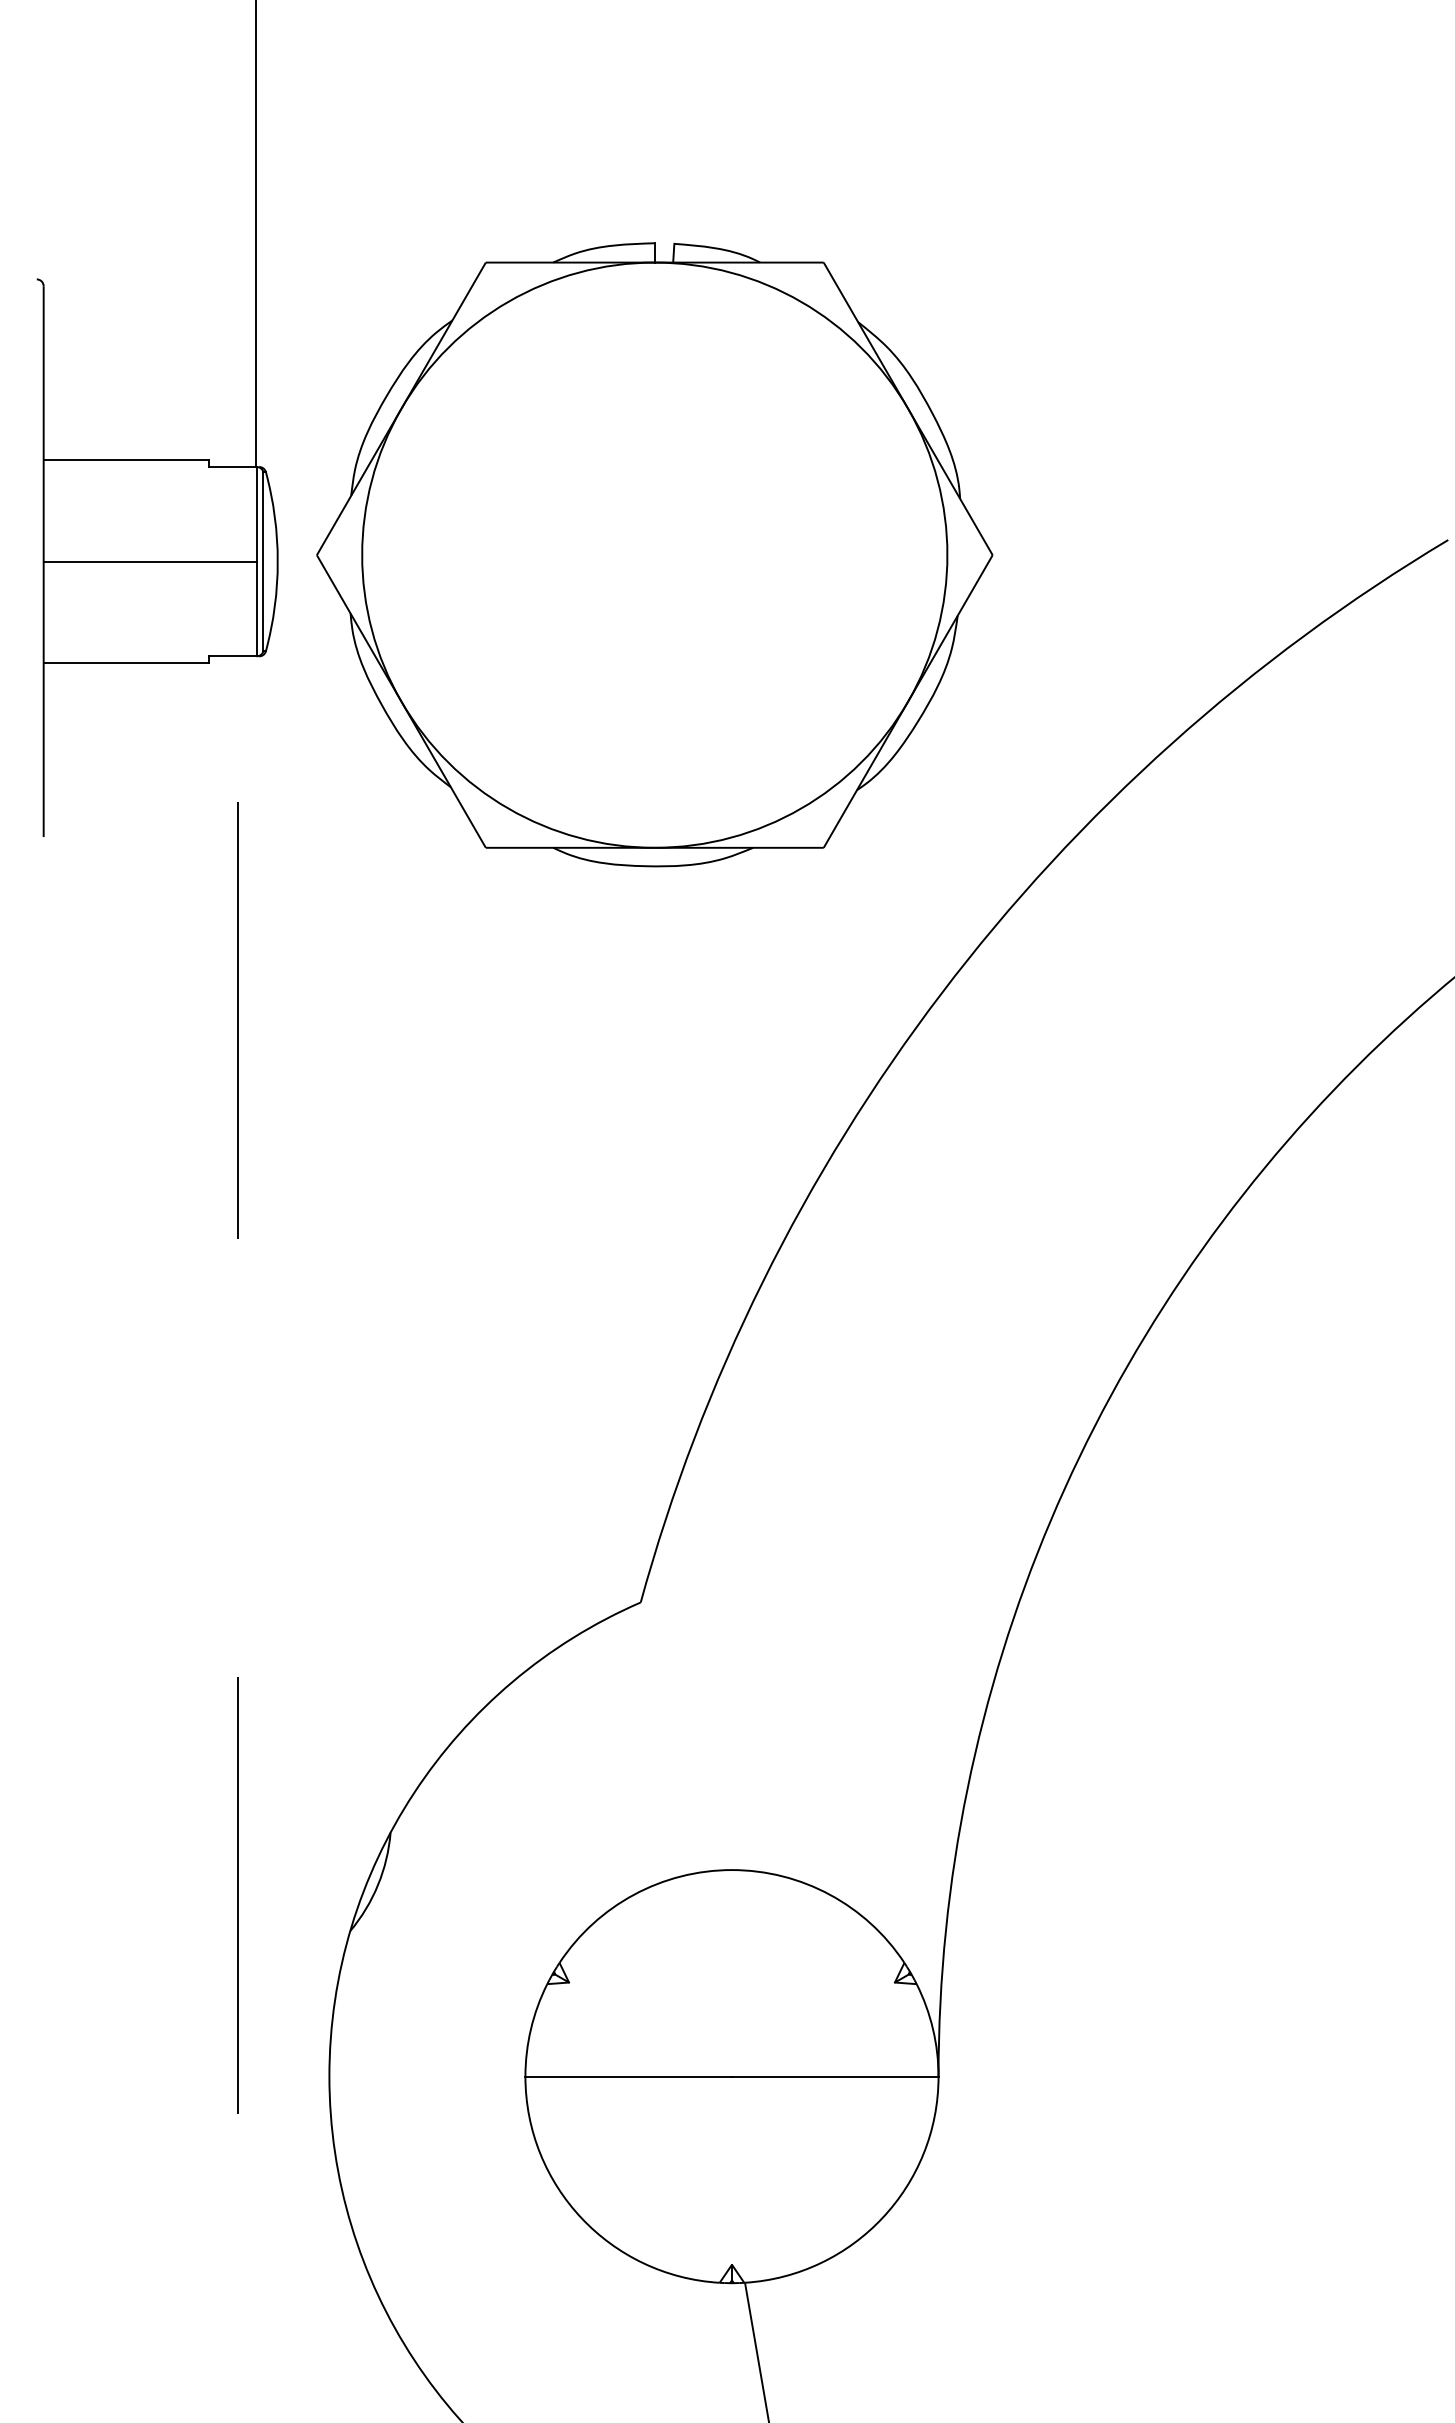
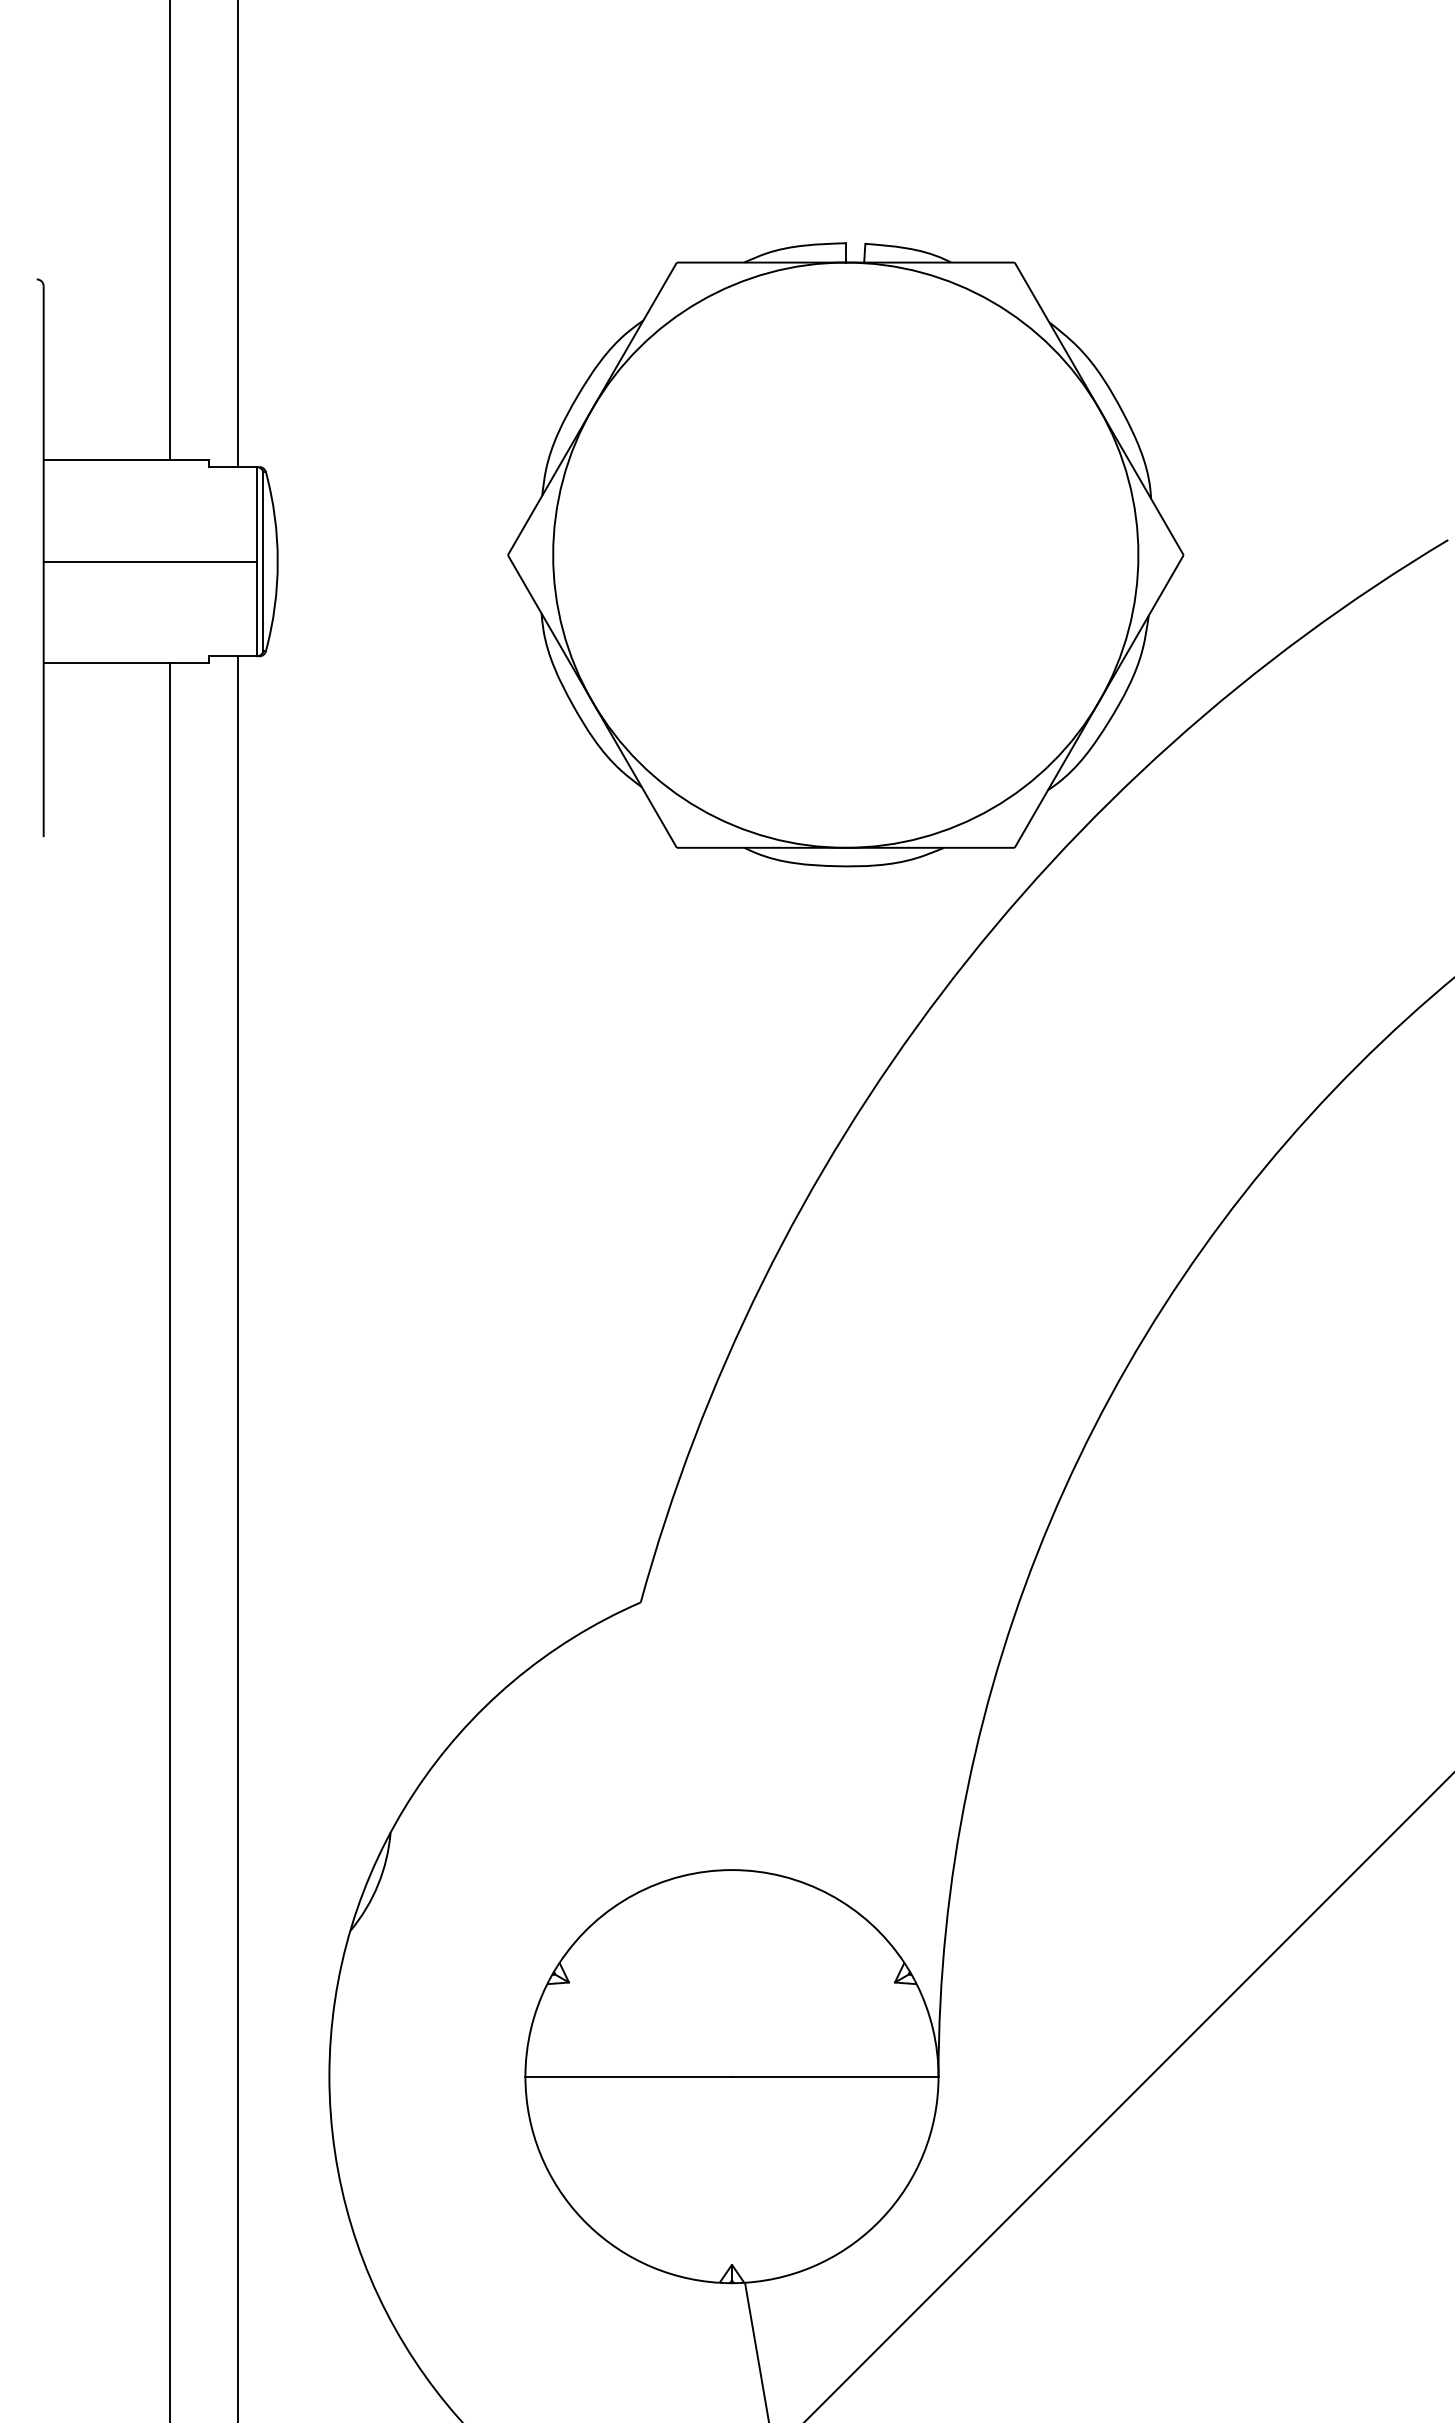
line at (169, 231): none -> present
line at (256, 234) position: (256, 234) -> (238, 234)
part at (654, 554) position: (654, 554) -> (845, 554)
line at (238, 1539): dashed -> solid
line at (169, 1541): none -> present
line at (1128, 2096): none -> present
